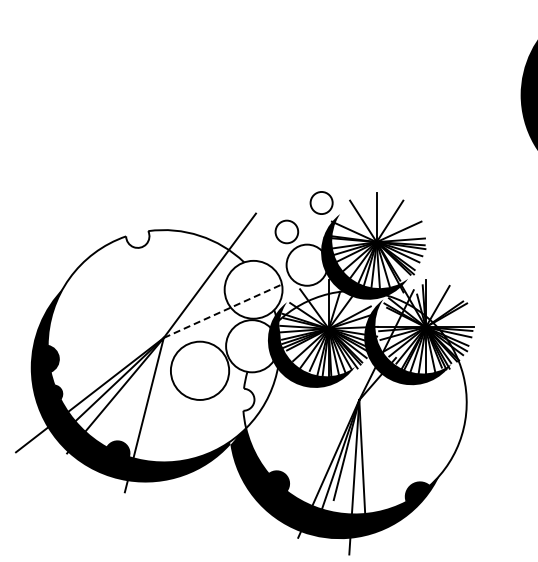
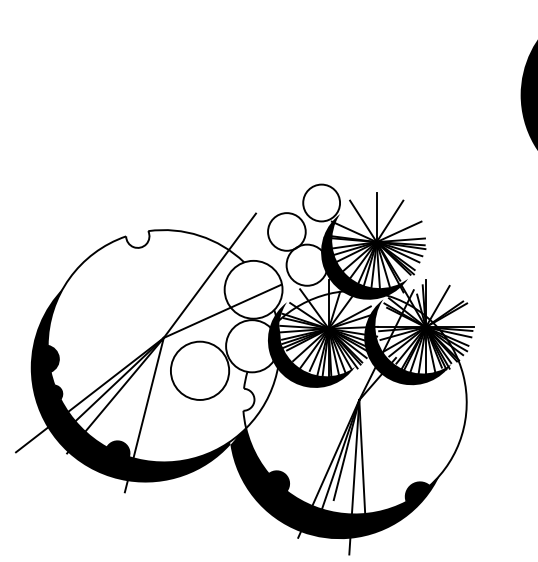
circle at (321, 202) diameter: 22 px -> 37 px
circle at (286, 231) diameter: 23 px -> 38 px
line at (222, 311): dashed -> solid
